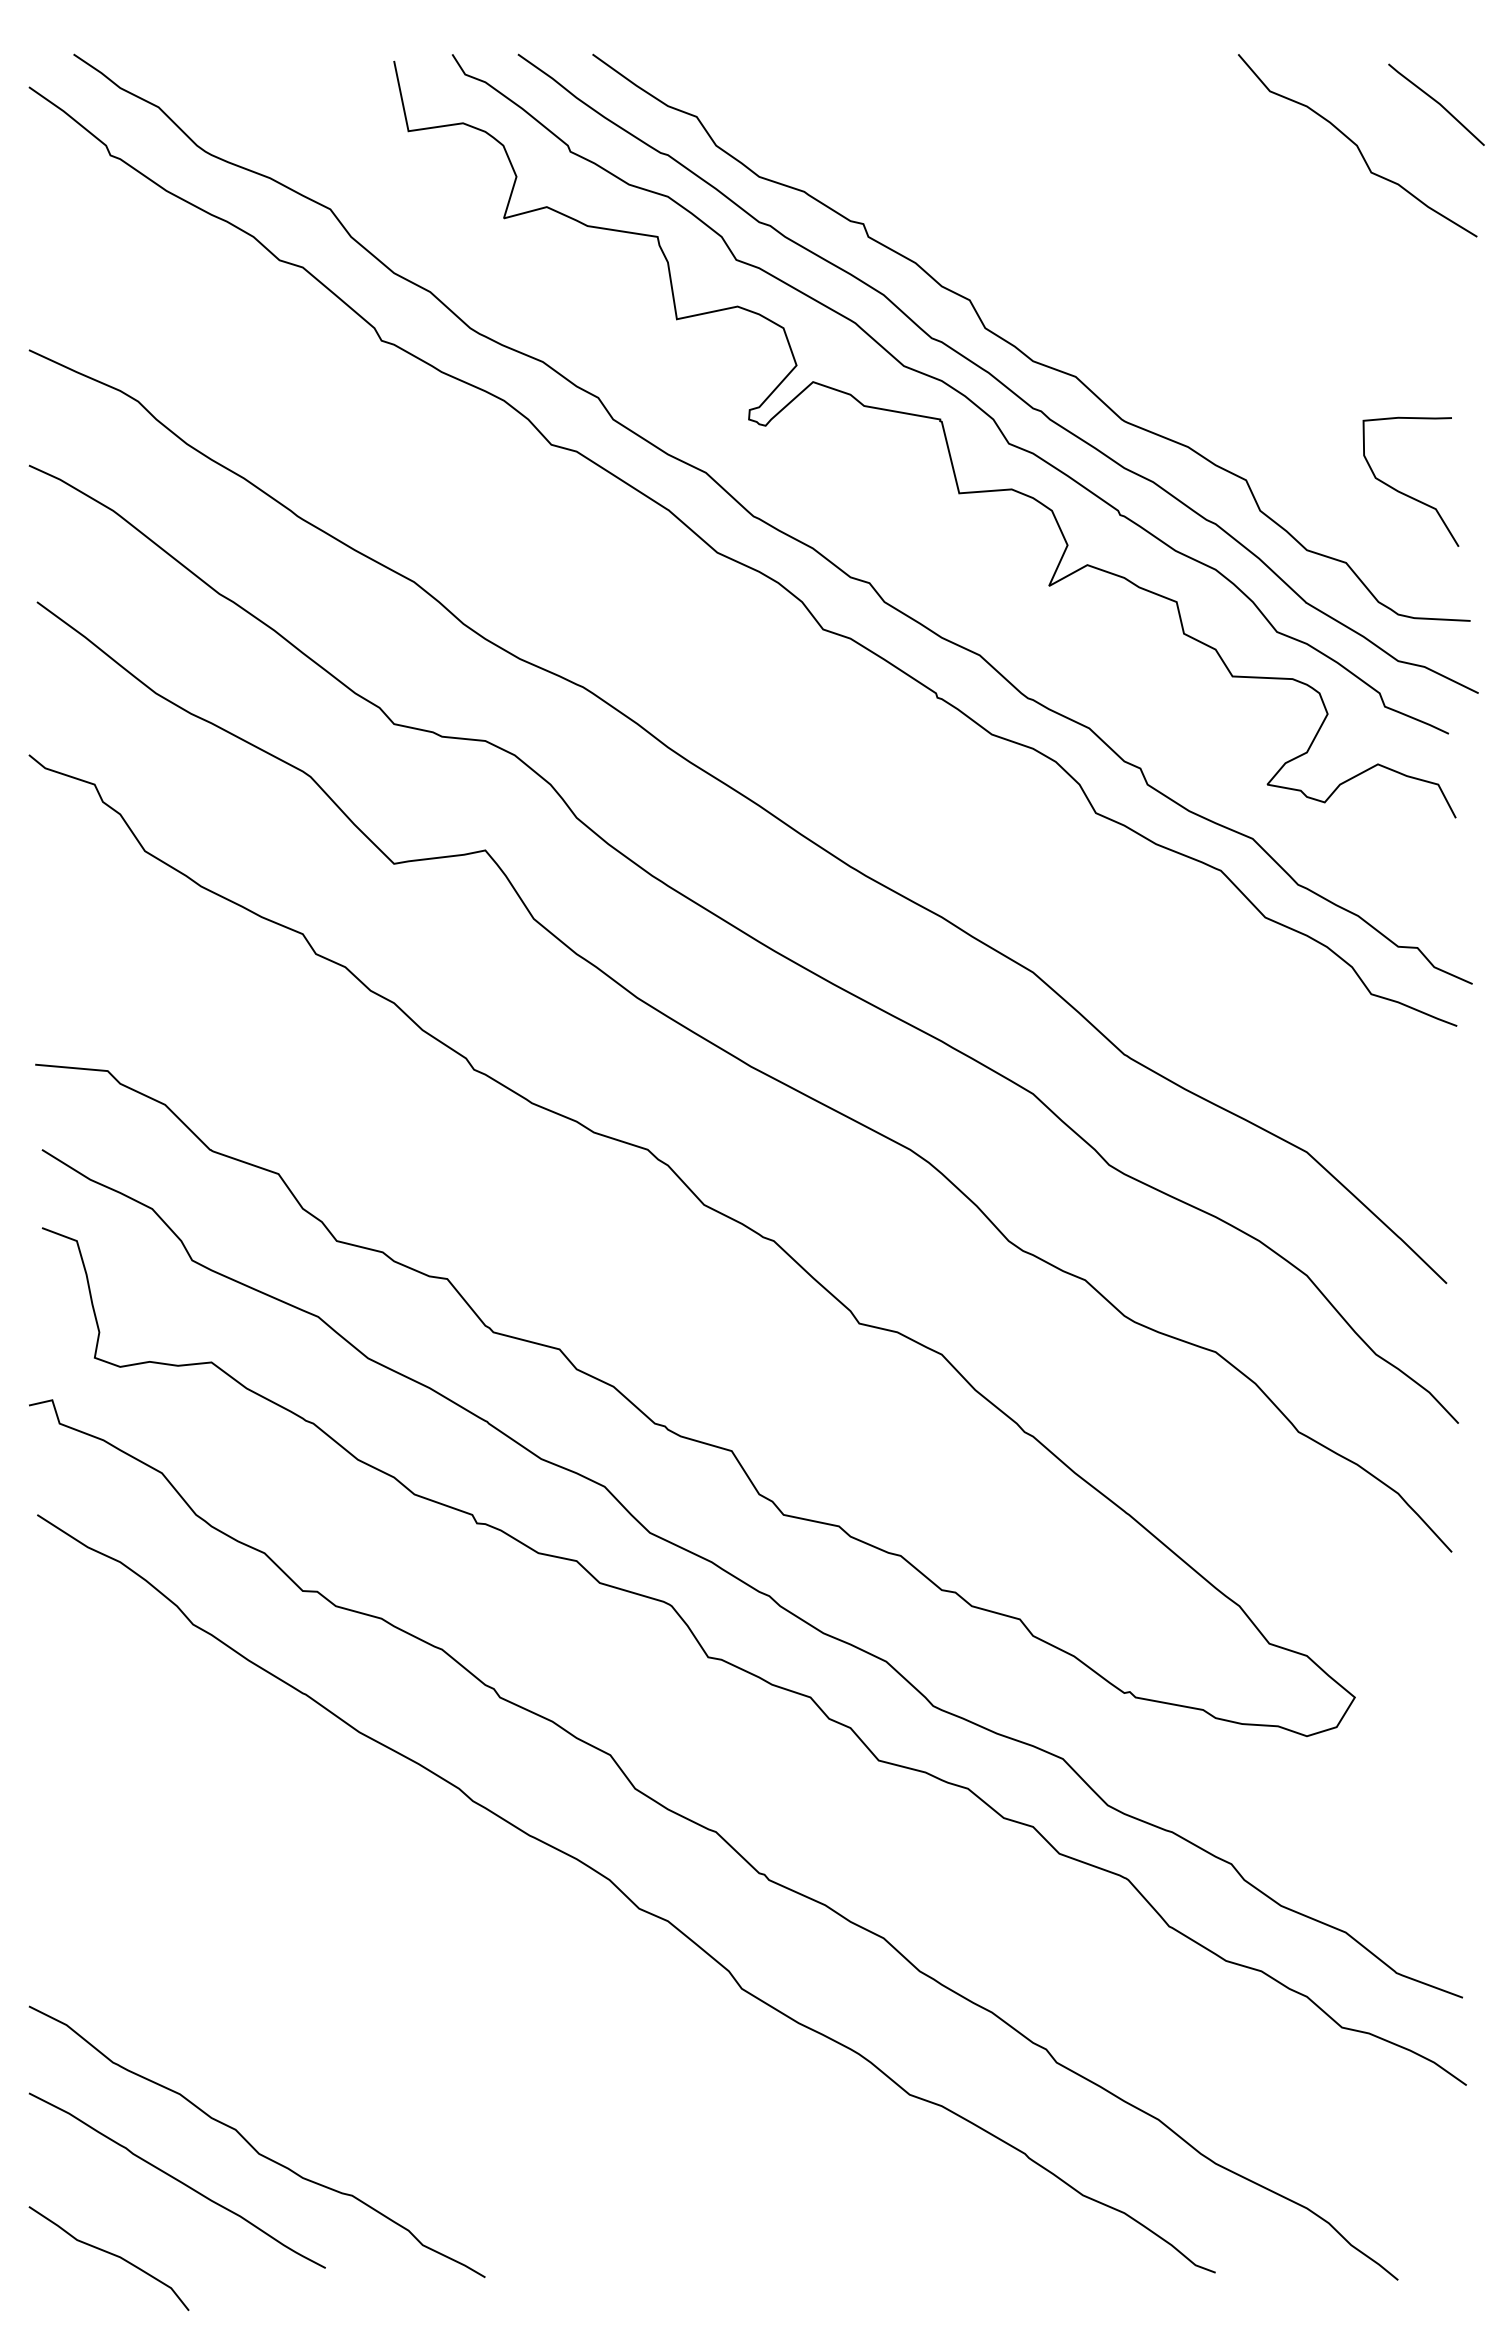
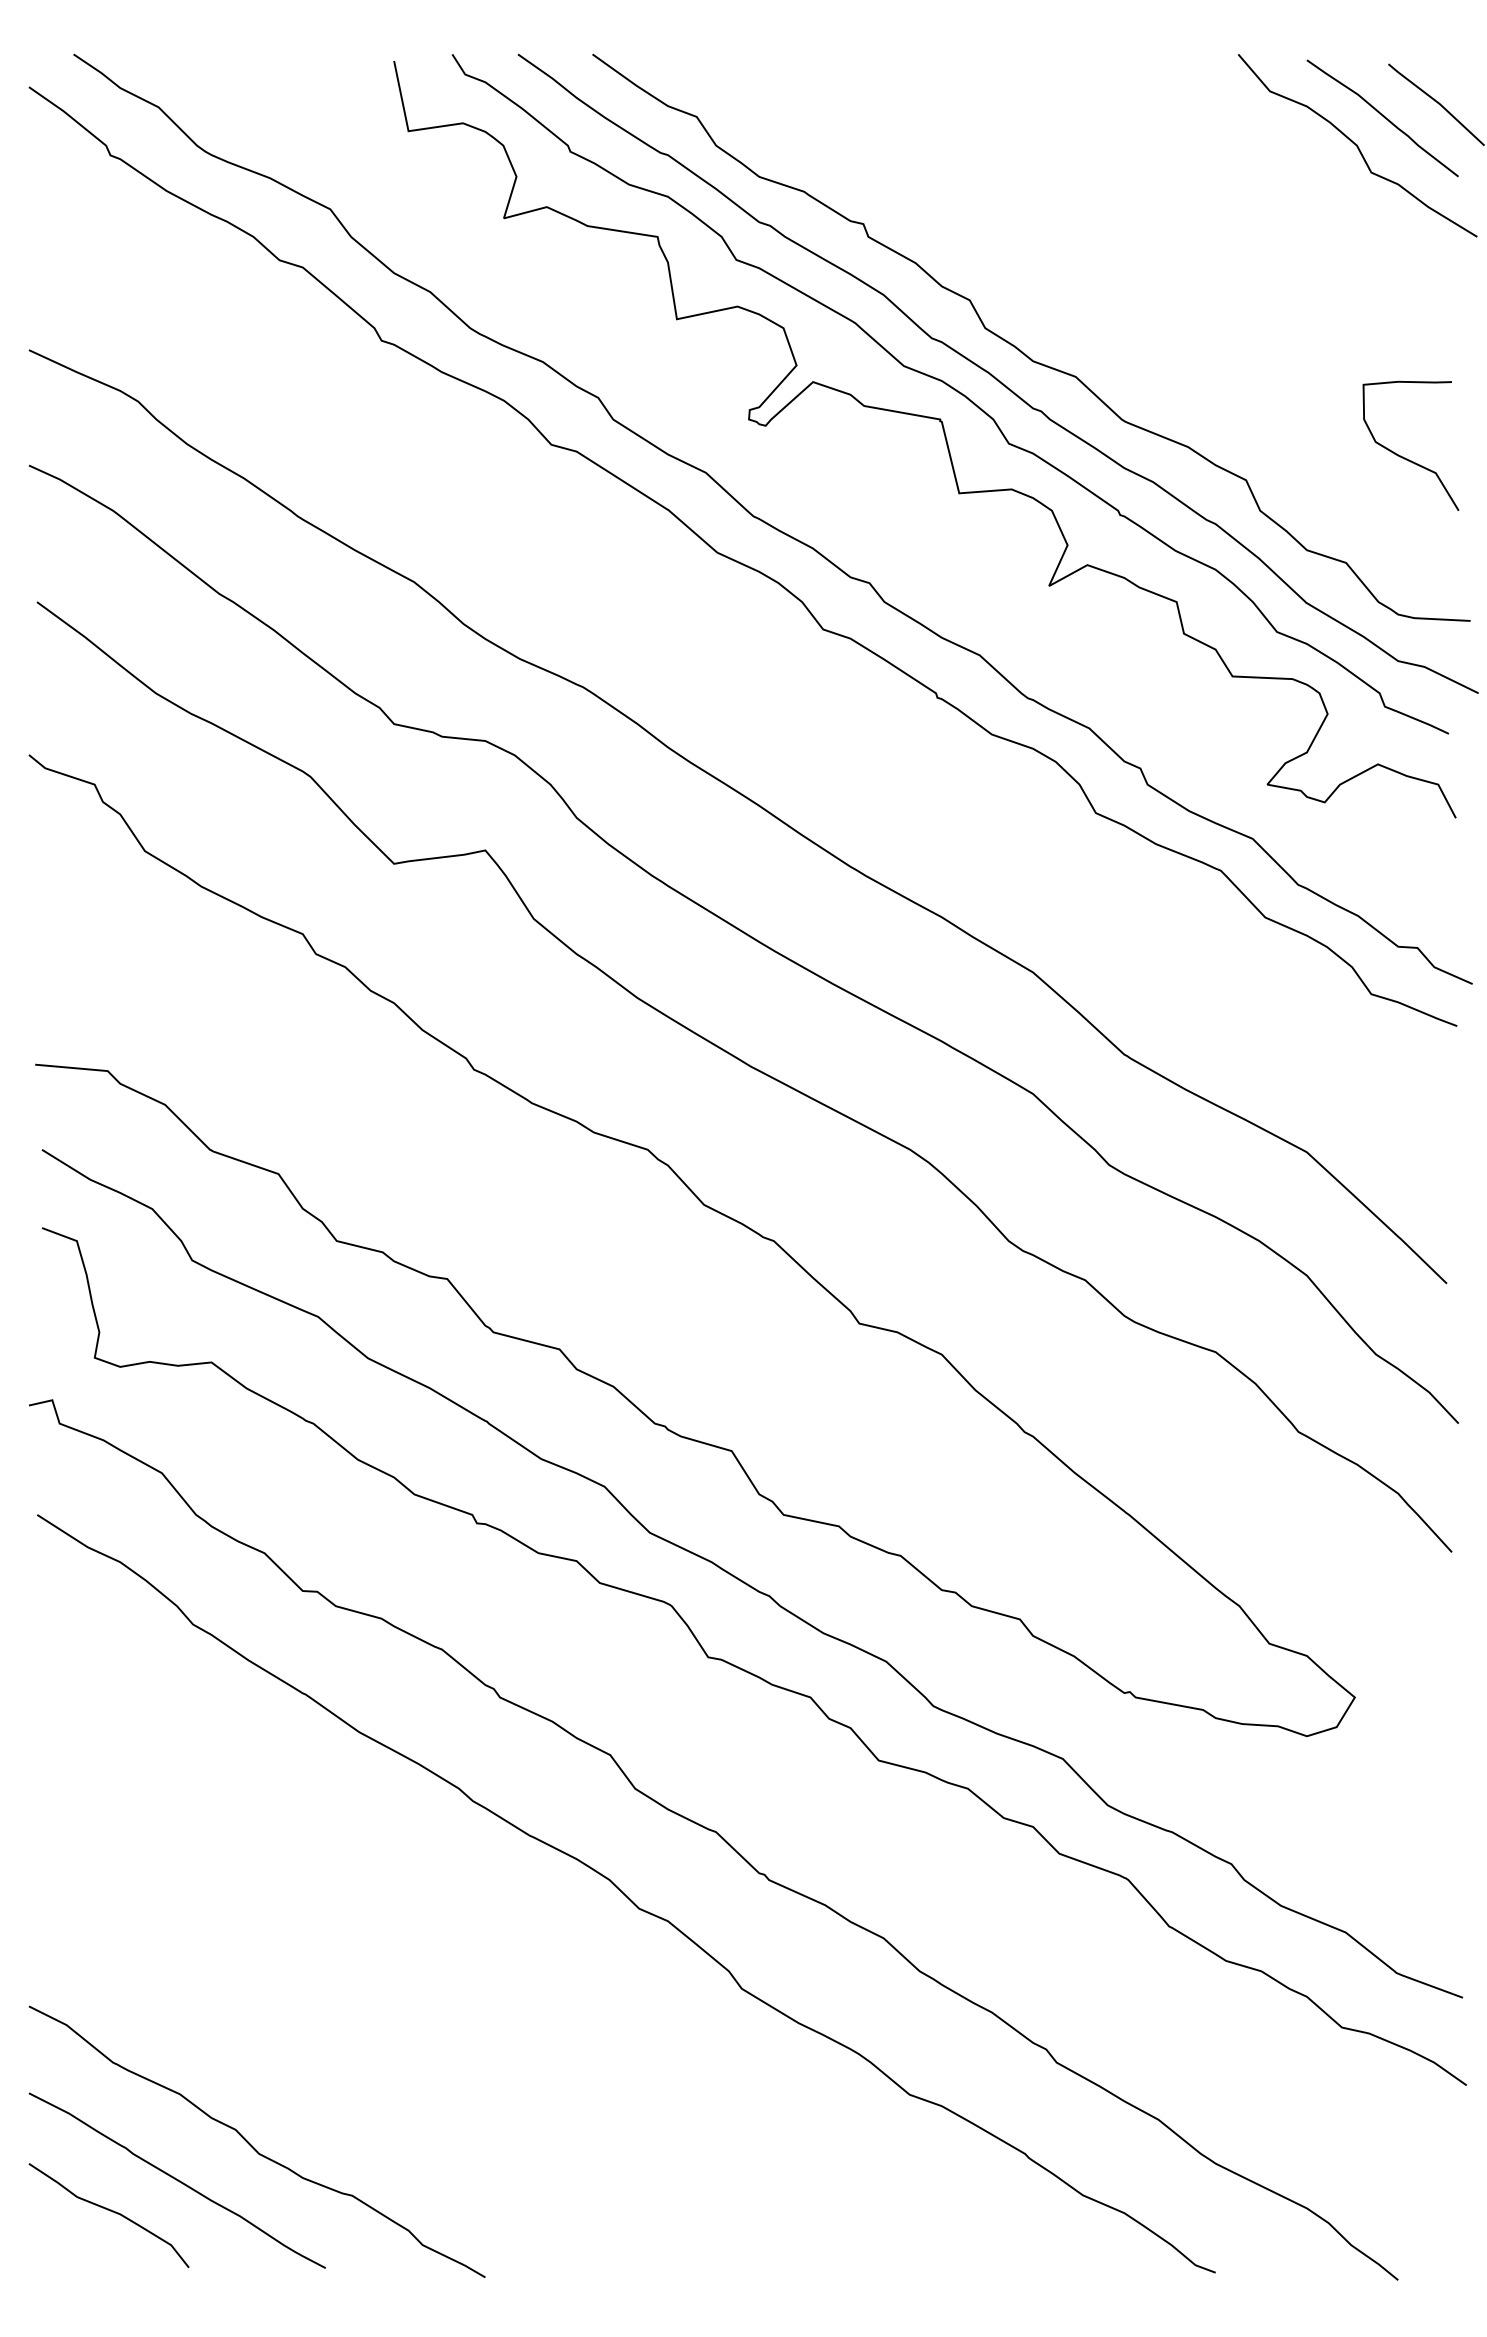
curve at (1383, 117): none -> present
curve at (1405, 493) position: (1405, 493) -> (1405, 457)
curve at (110, 2254) position: (110, 2254) -> (110, 2211)
